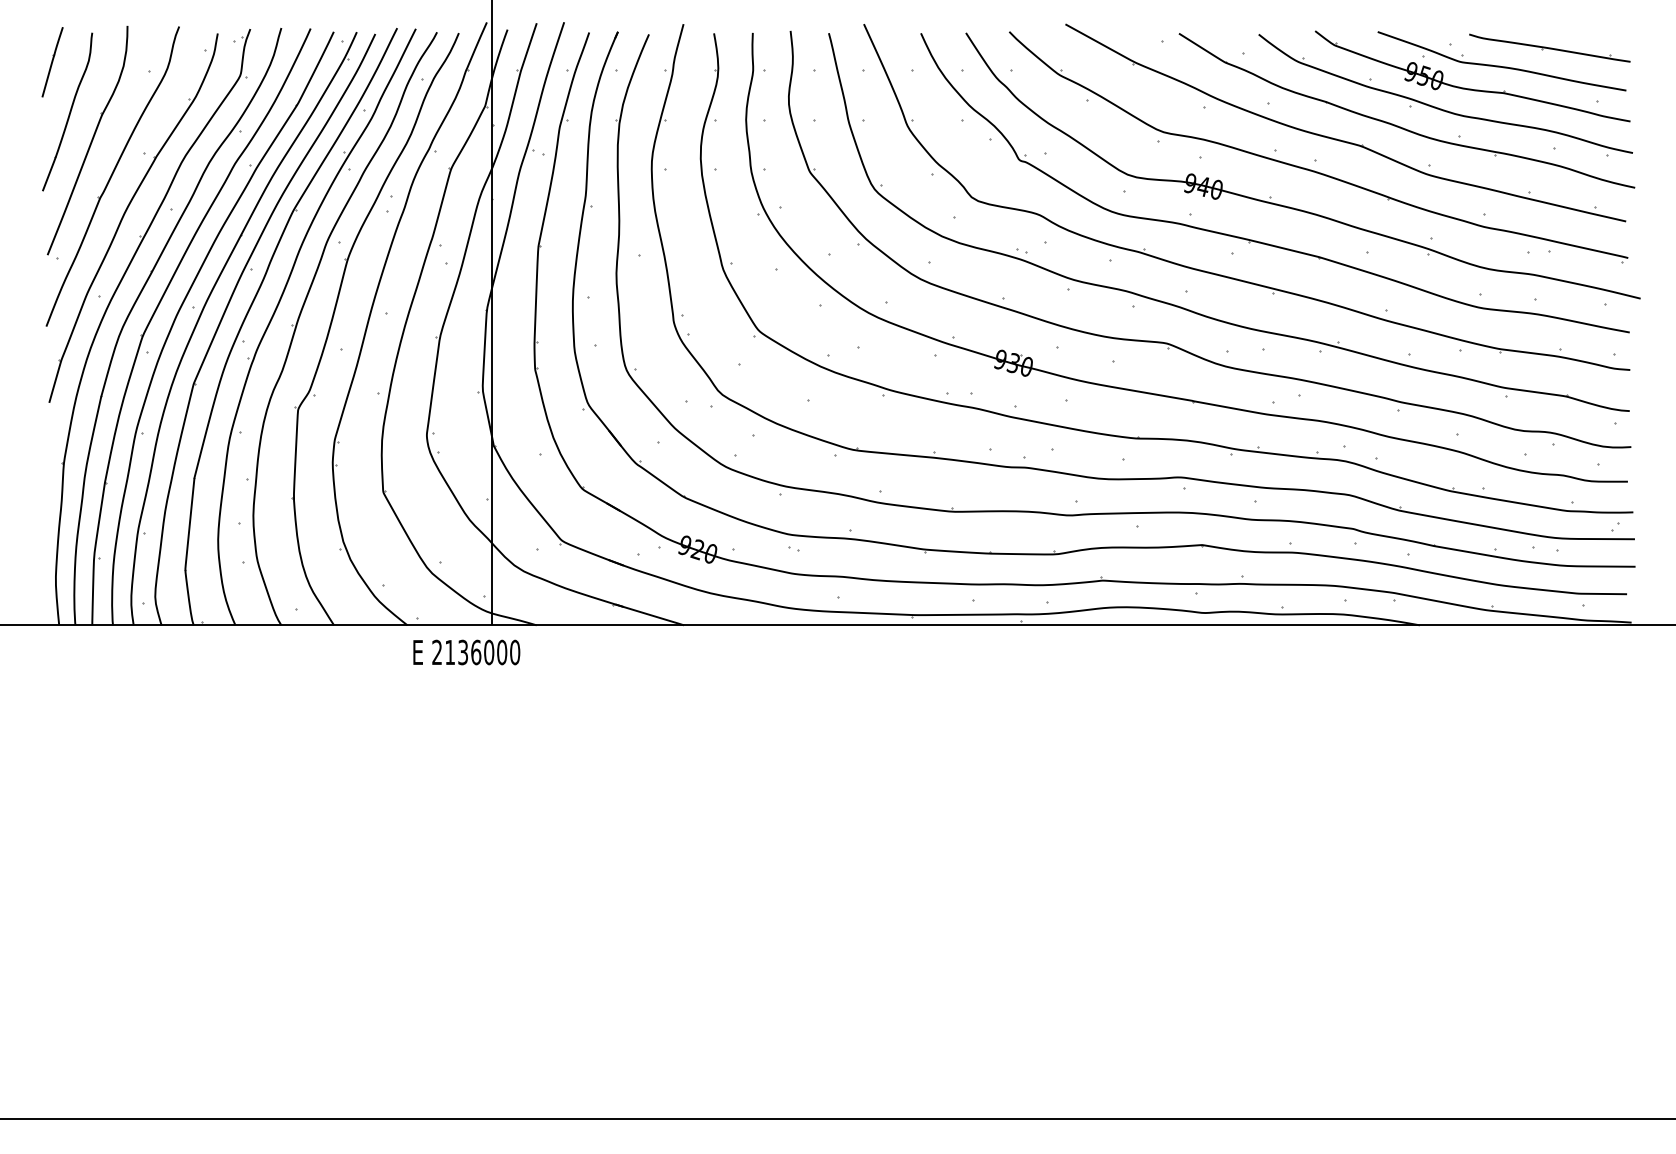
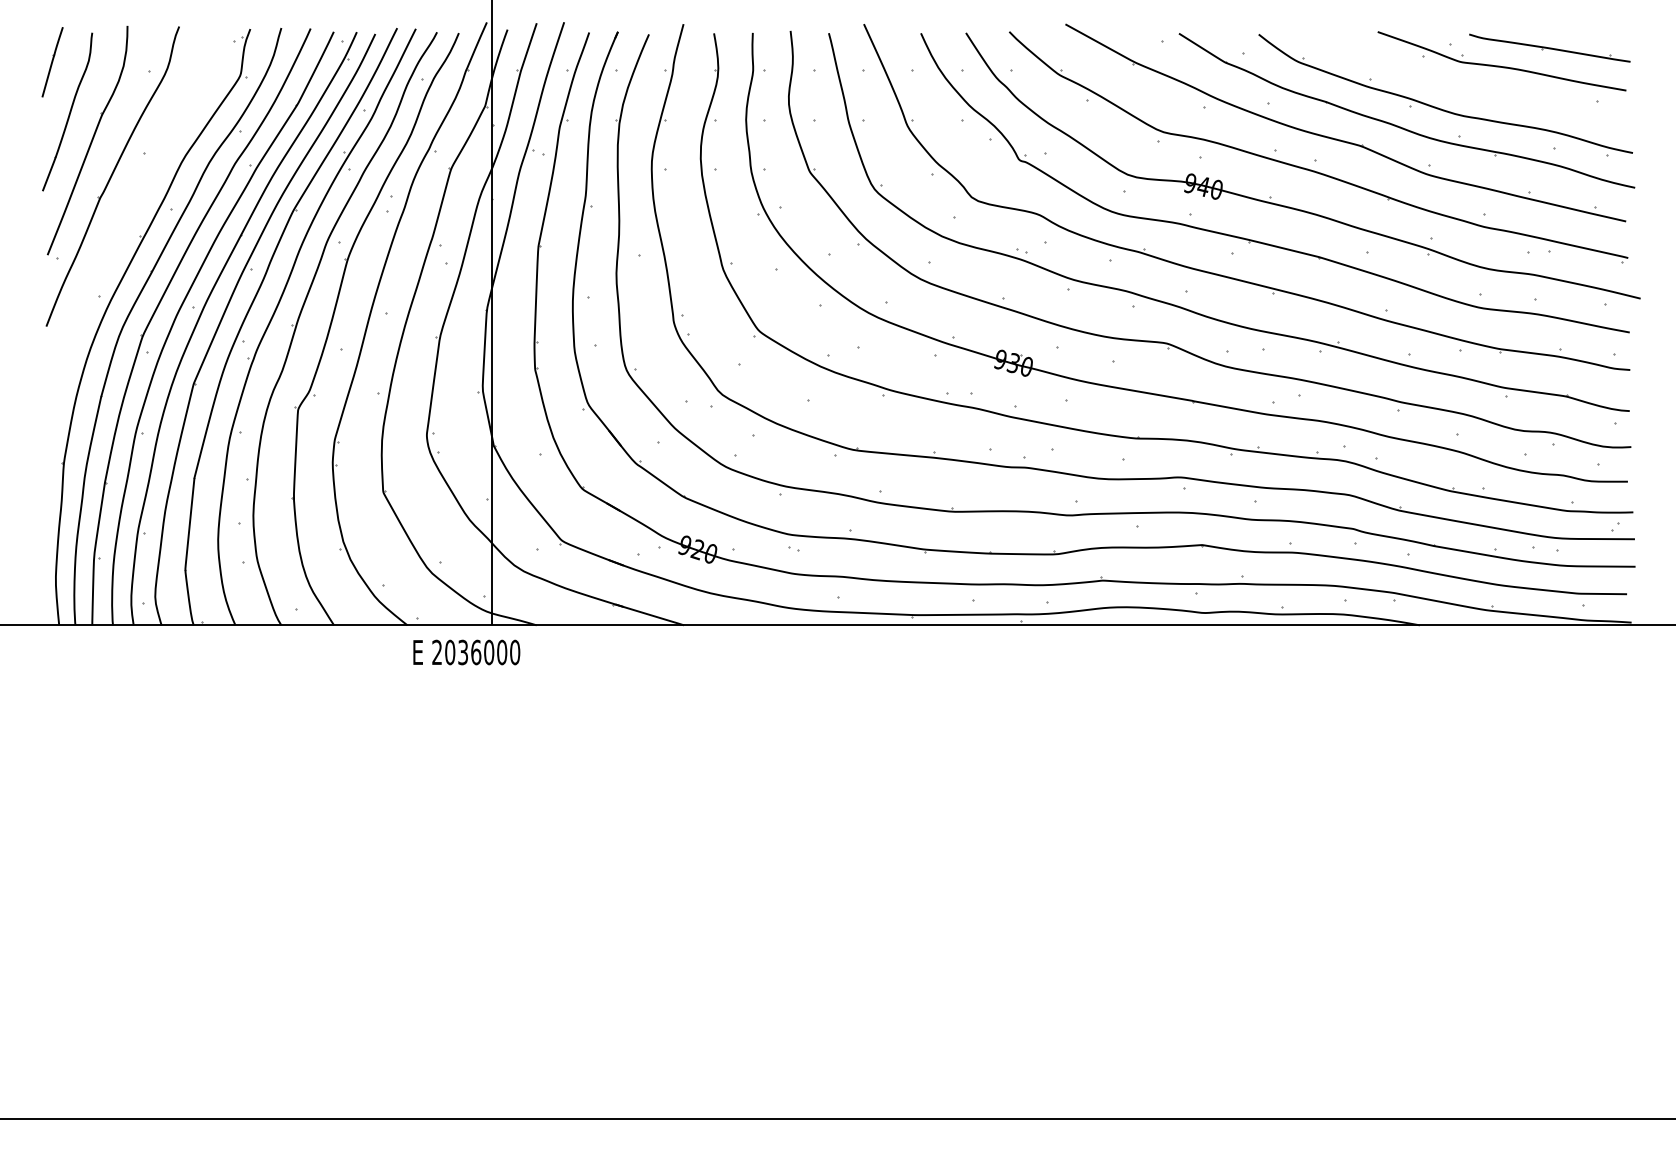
part at (1471, 88): present -> none
part at (125, 214): present -> none
text at (450, 652): 2136000 -> 2036000
